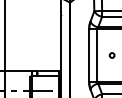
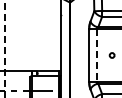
line at (4, 48): solid -> dashed
line at (97, 55): solid -> dashed
